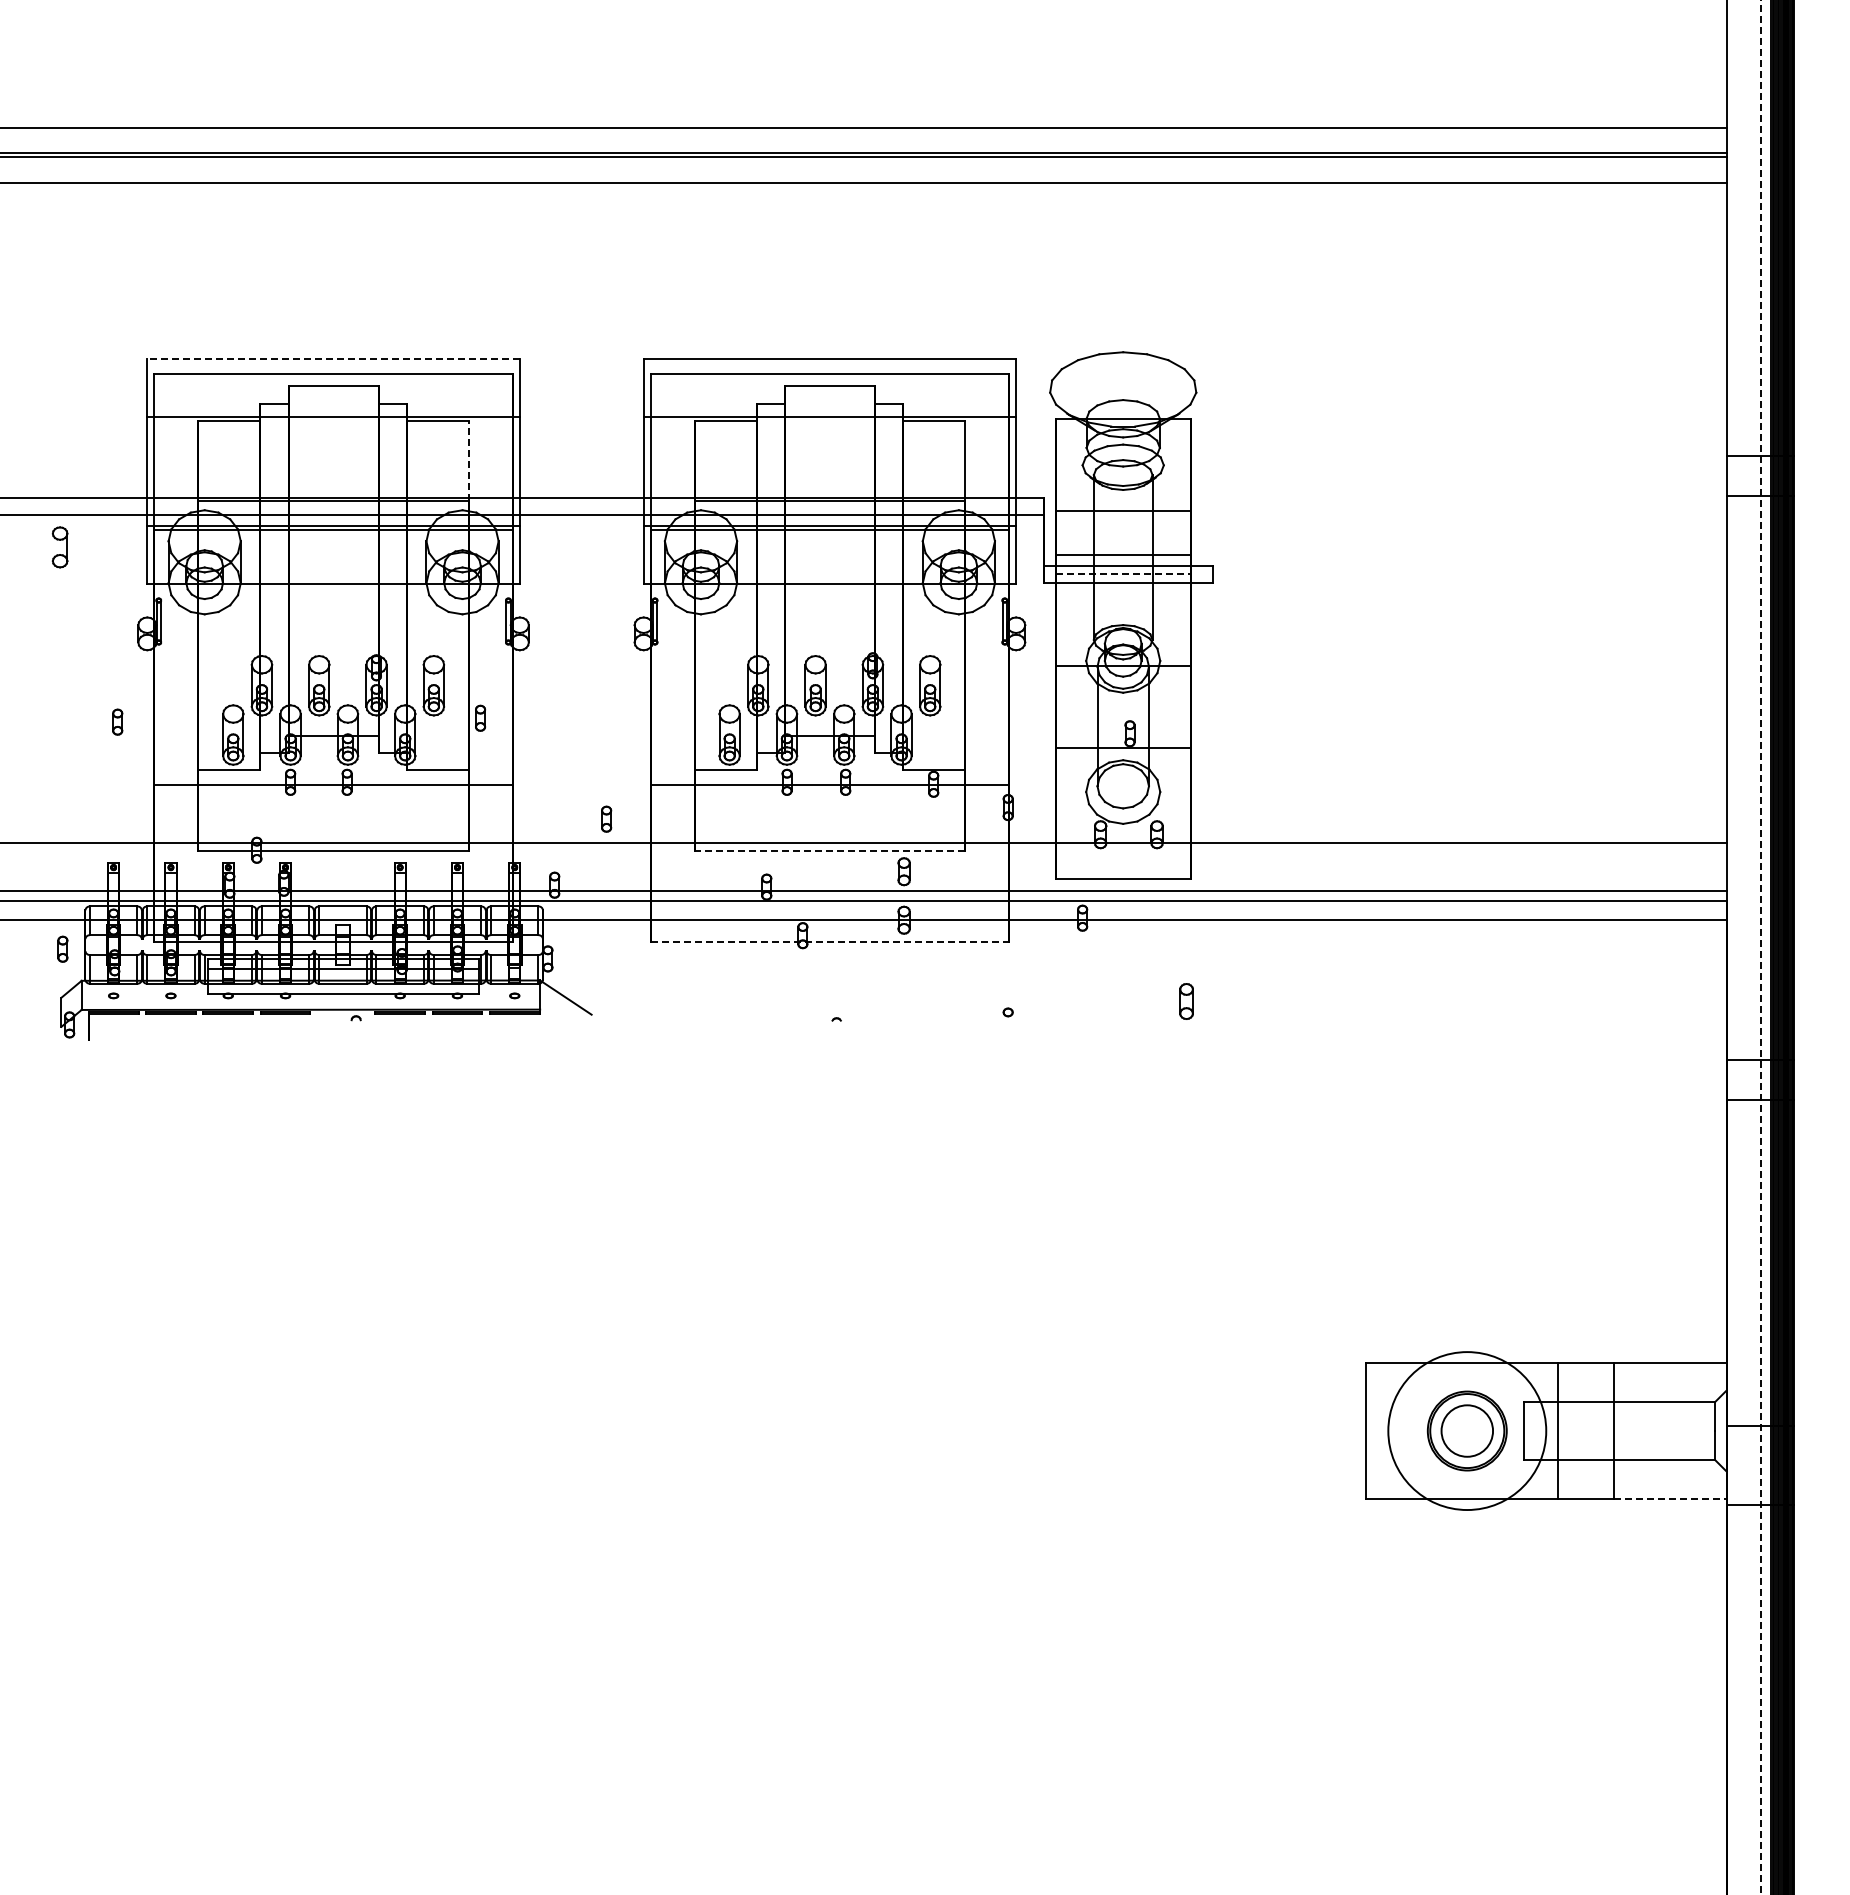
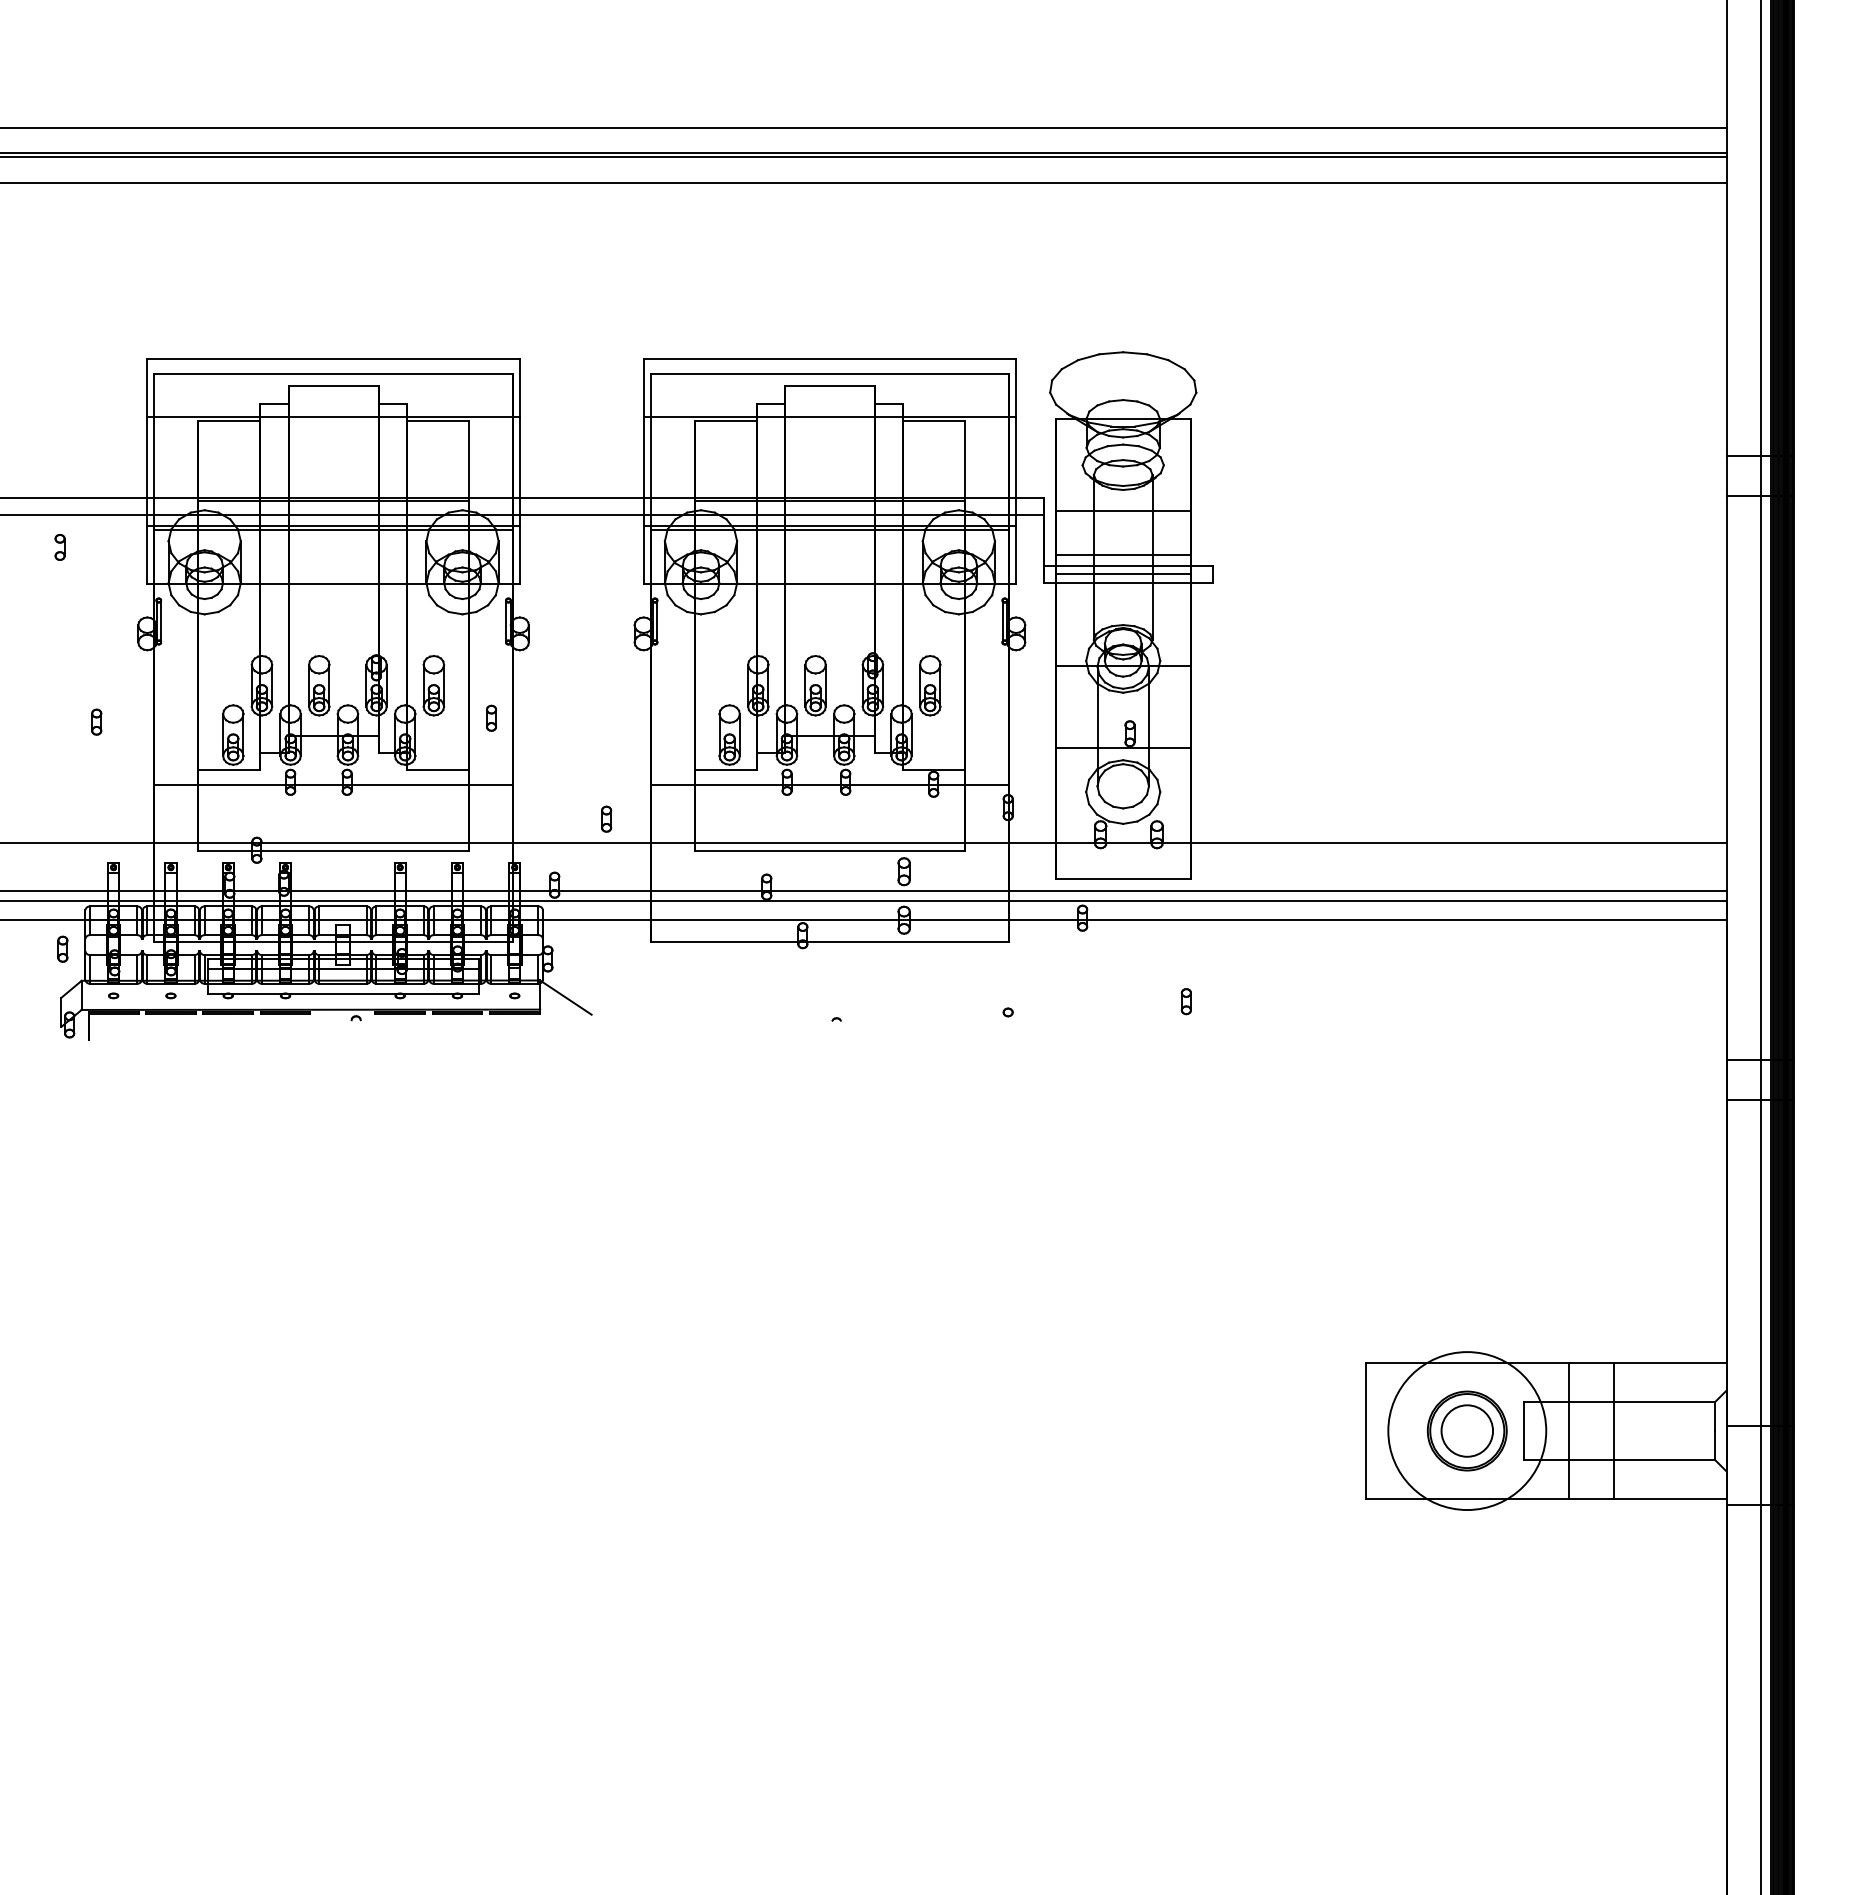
line at (333, 359): dashed -> solid
line at (468, 460): dashed -> solid
part at (59, 547) size: 18x43 px -> 12x27 px
line at (1123, 573): dashed -> solid
part at (480, 717) position: (480, 717) -> (491, 717)
part at (117, 721) position: (117, 721) -> (96, 721)
line at (829, 850): dashed -> solid
line at (830, 941): dashed -> solid
line at (1760, 947): dashed -> solid
part at (1186, 1001) size: 15x37 px -> 12x28 px
line at (1557, 1430) position: (1557, 1430) -> (1568, 1430)
line at (1670, 1498): dashed -> solid
